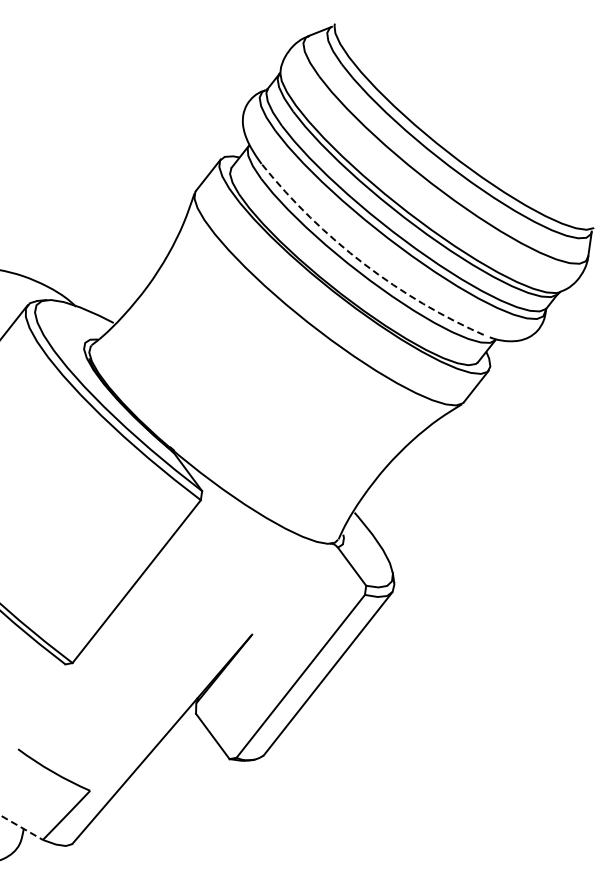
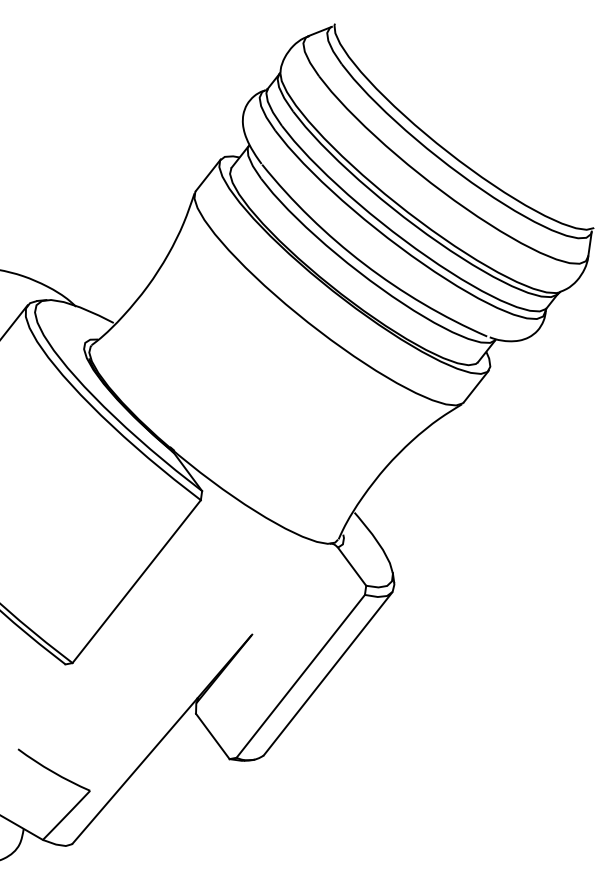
arc at (364, 264): dashed -> solid
line at (22, 828): dashed -> solid
